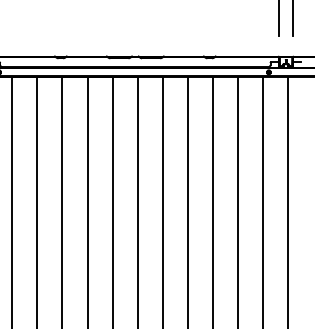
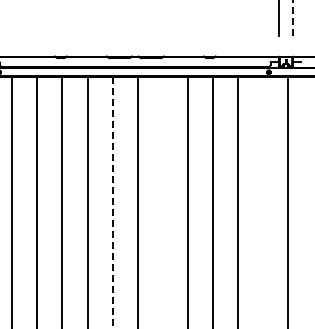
line at (292, 17): solid -> dashed
line at (162, 200): present -> none
line at (263, 200): present -> none
line at (112, 202): solid -> dashed
